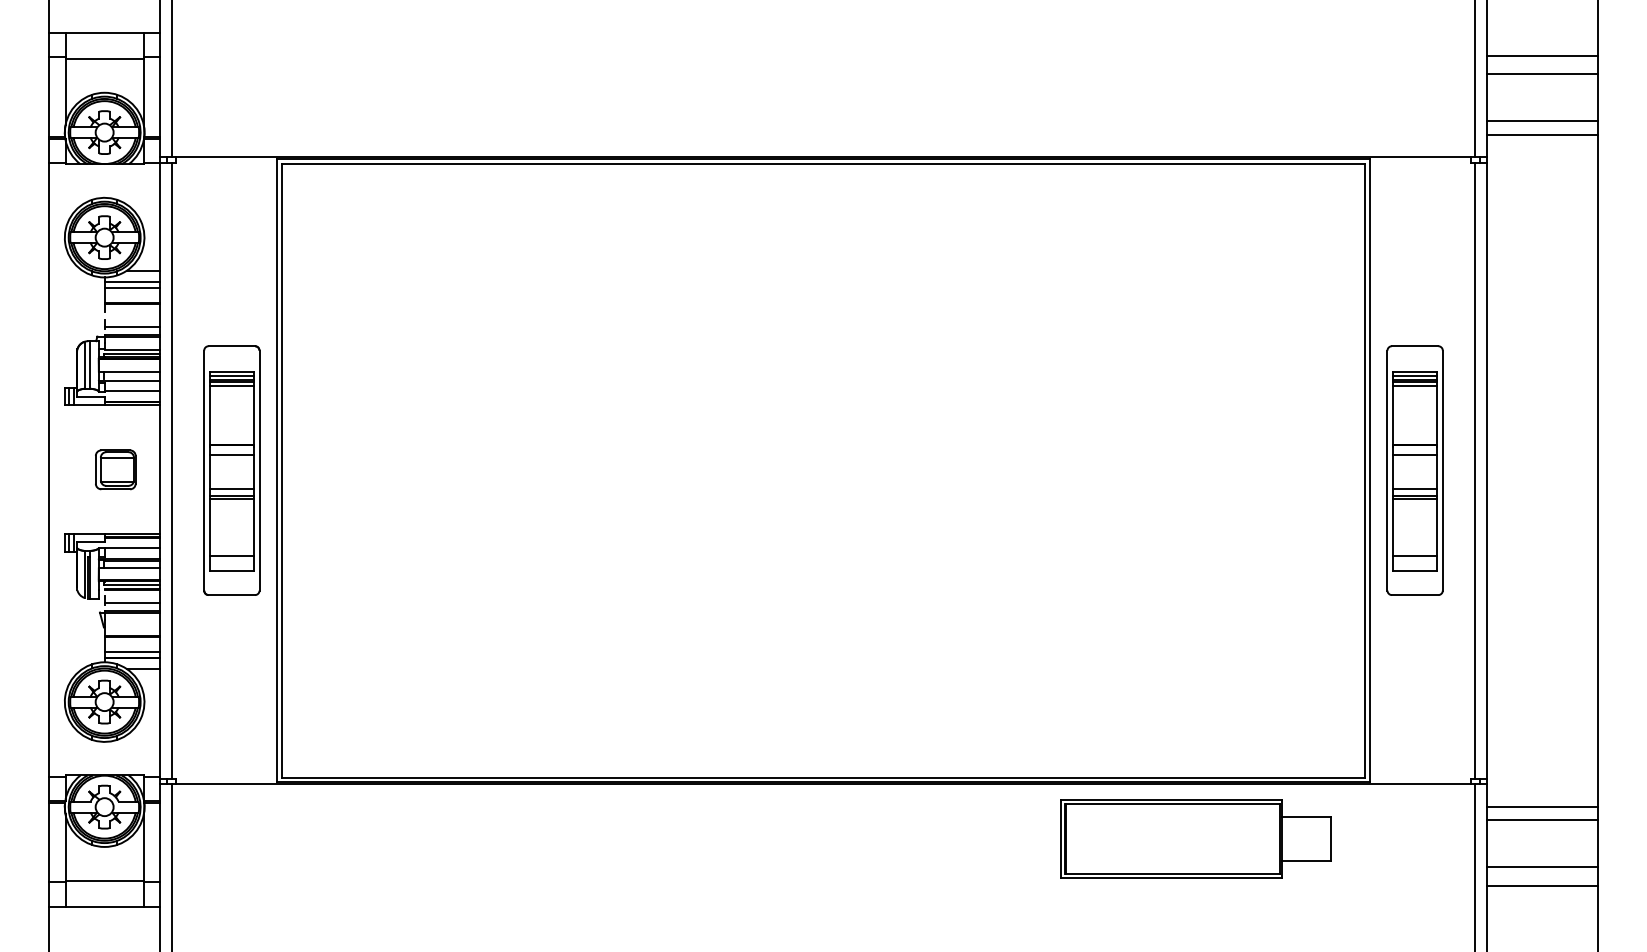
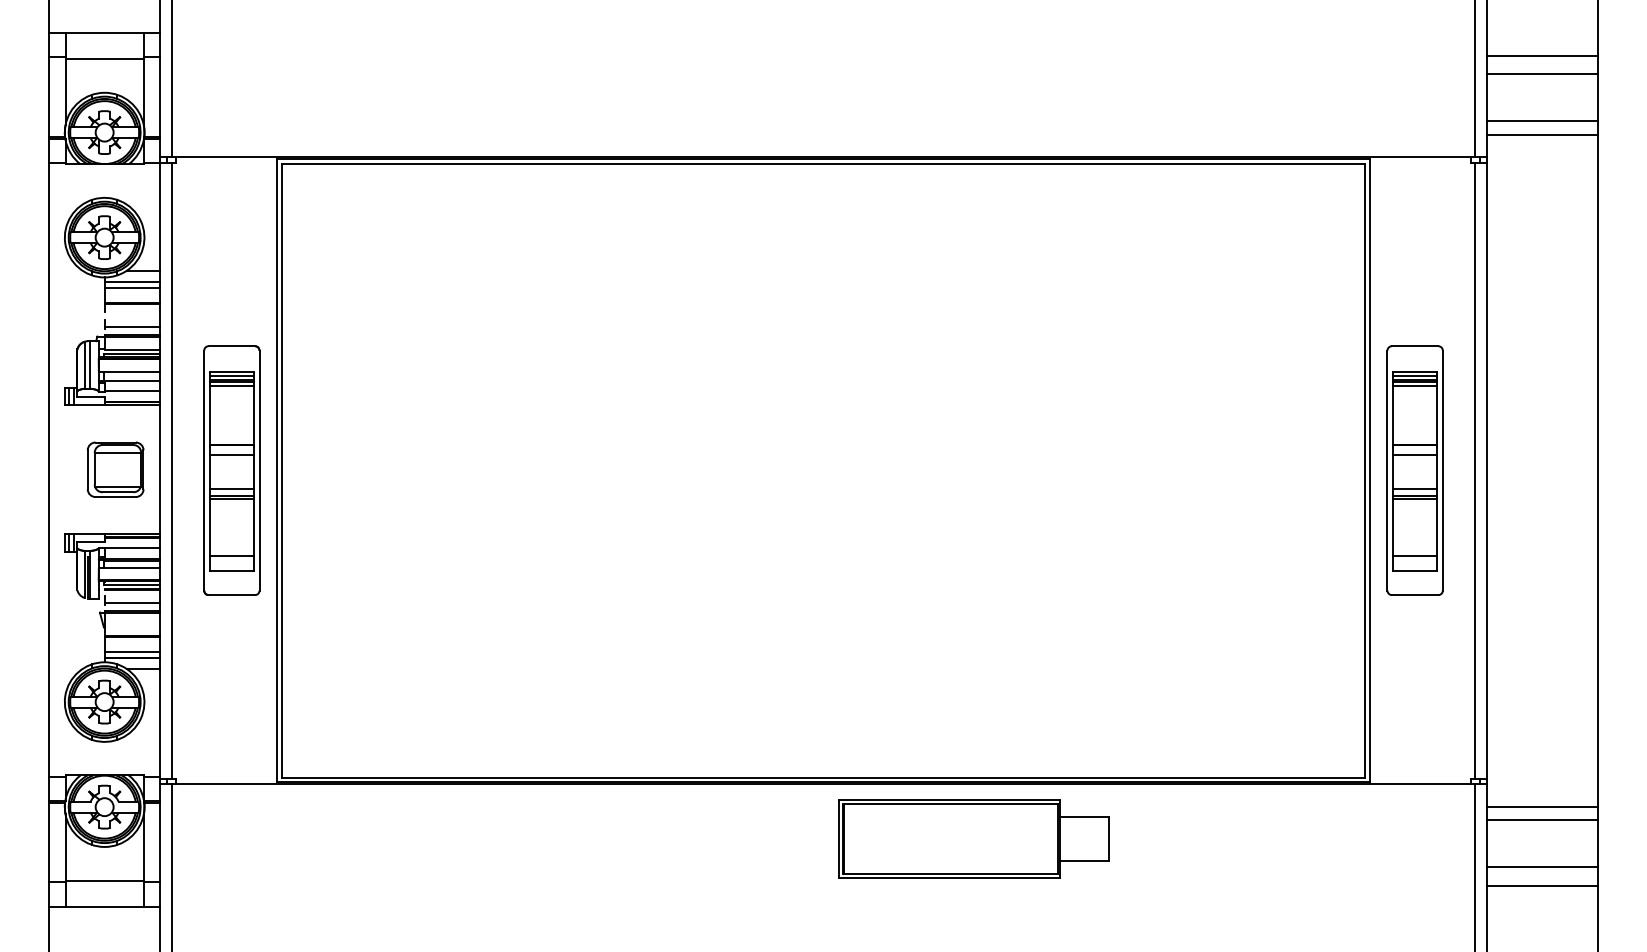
part at (115, 469) size: 42x42 px -> 59x57 px
part at (1195, 838) position: (1195, 838) -> (973, 838)
